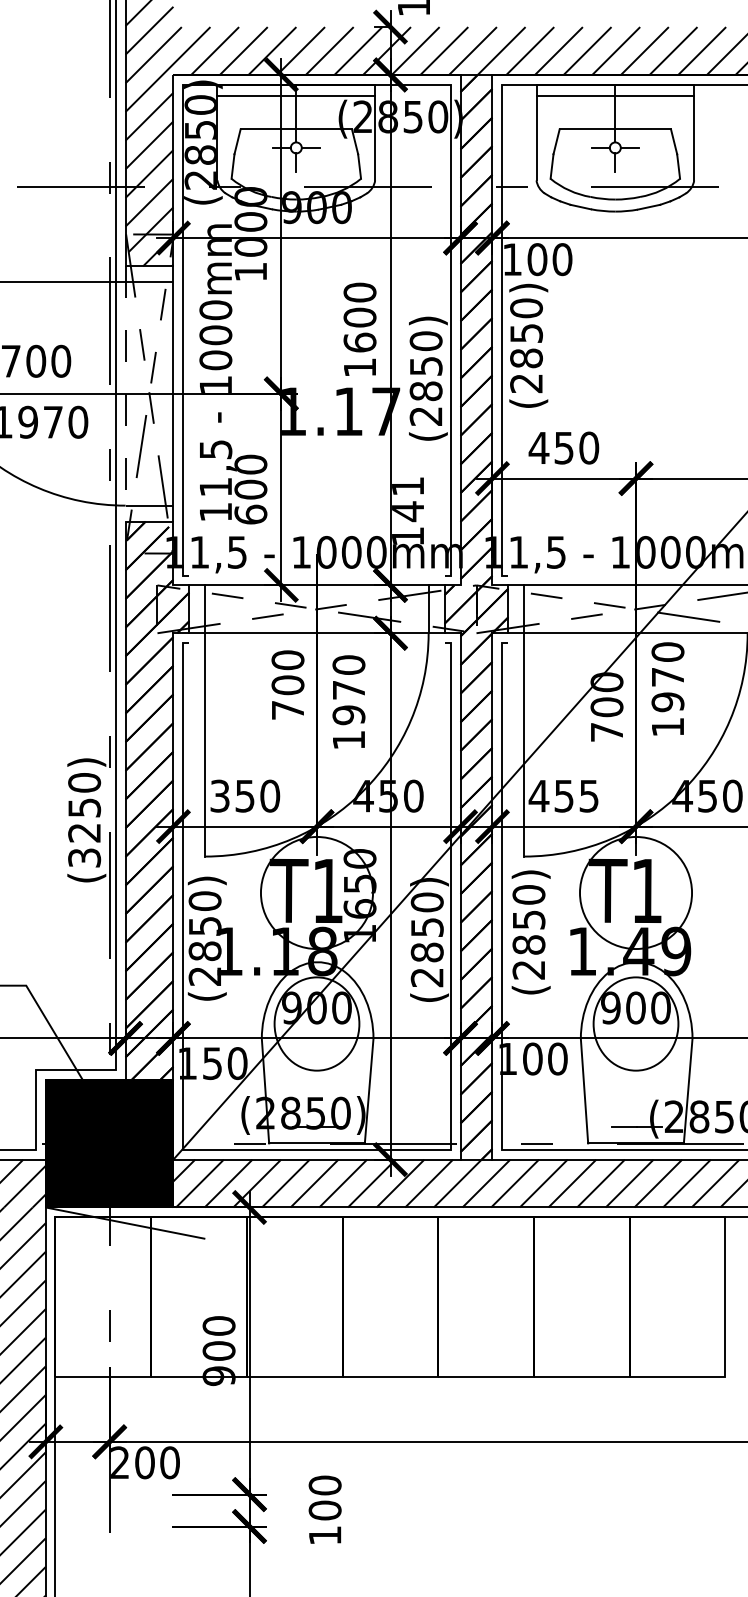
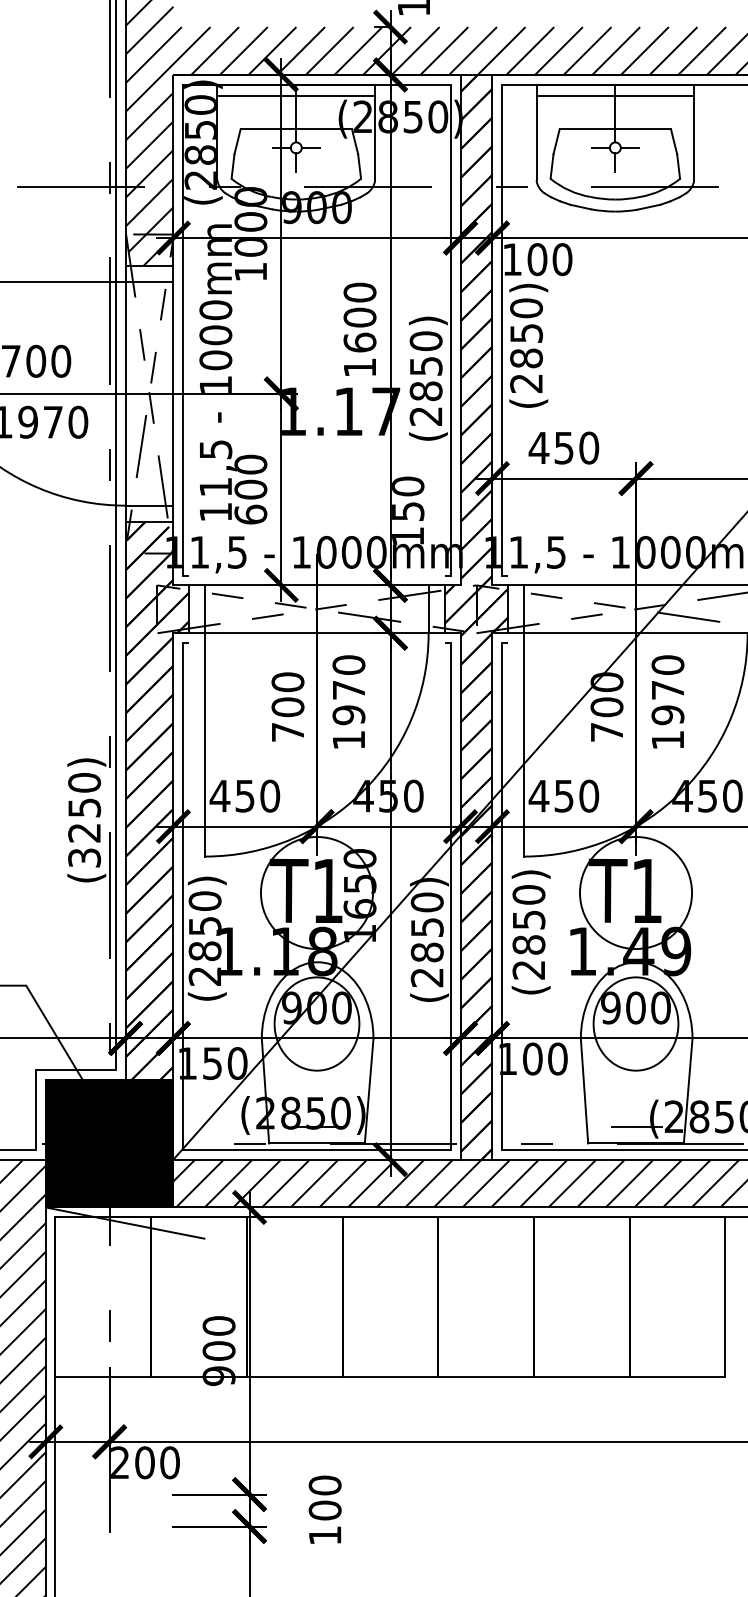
line at (125, 393): dashed -> solid
text at (408, 499): 141 -> 150
text at (287, 684) position: (287, 684) -> (287, 706)
text at (667, 688) position: (667, 688) -> (667, 701)
text at (219, 795): 350 -> 450
text at (589, 795): 455 -> 450
